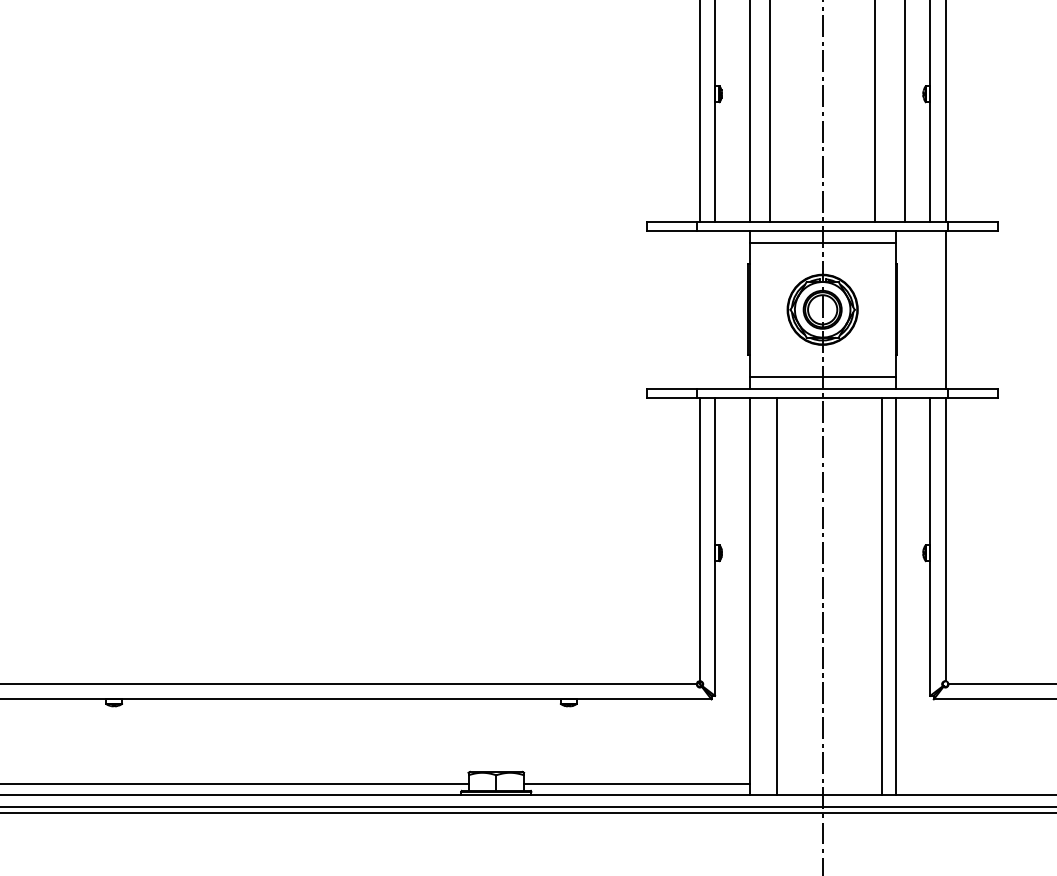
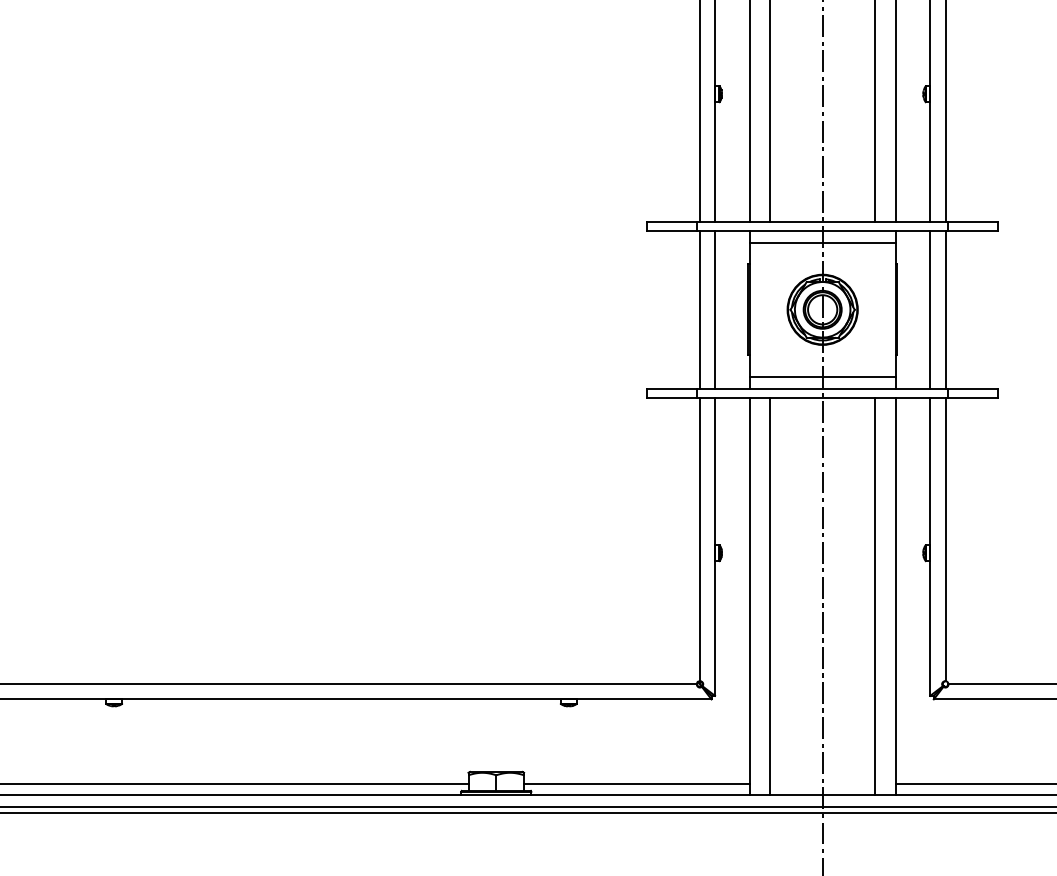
line at (904, 112) position: (904, 112) -> (895, 112)
line at (699, 309): none -> present
line at (715, 309): none -> present
line at (930, 309): none -> present
line at (777, 596) position: (777, 596) -> (770, 596)
line at (882, 596) position: (882, 596) -> (875, 596)
line at (974, 783): none -> present
